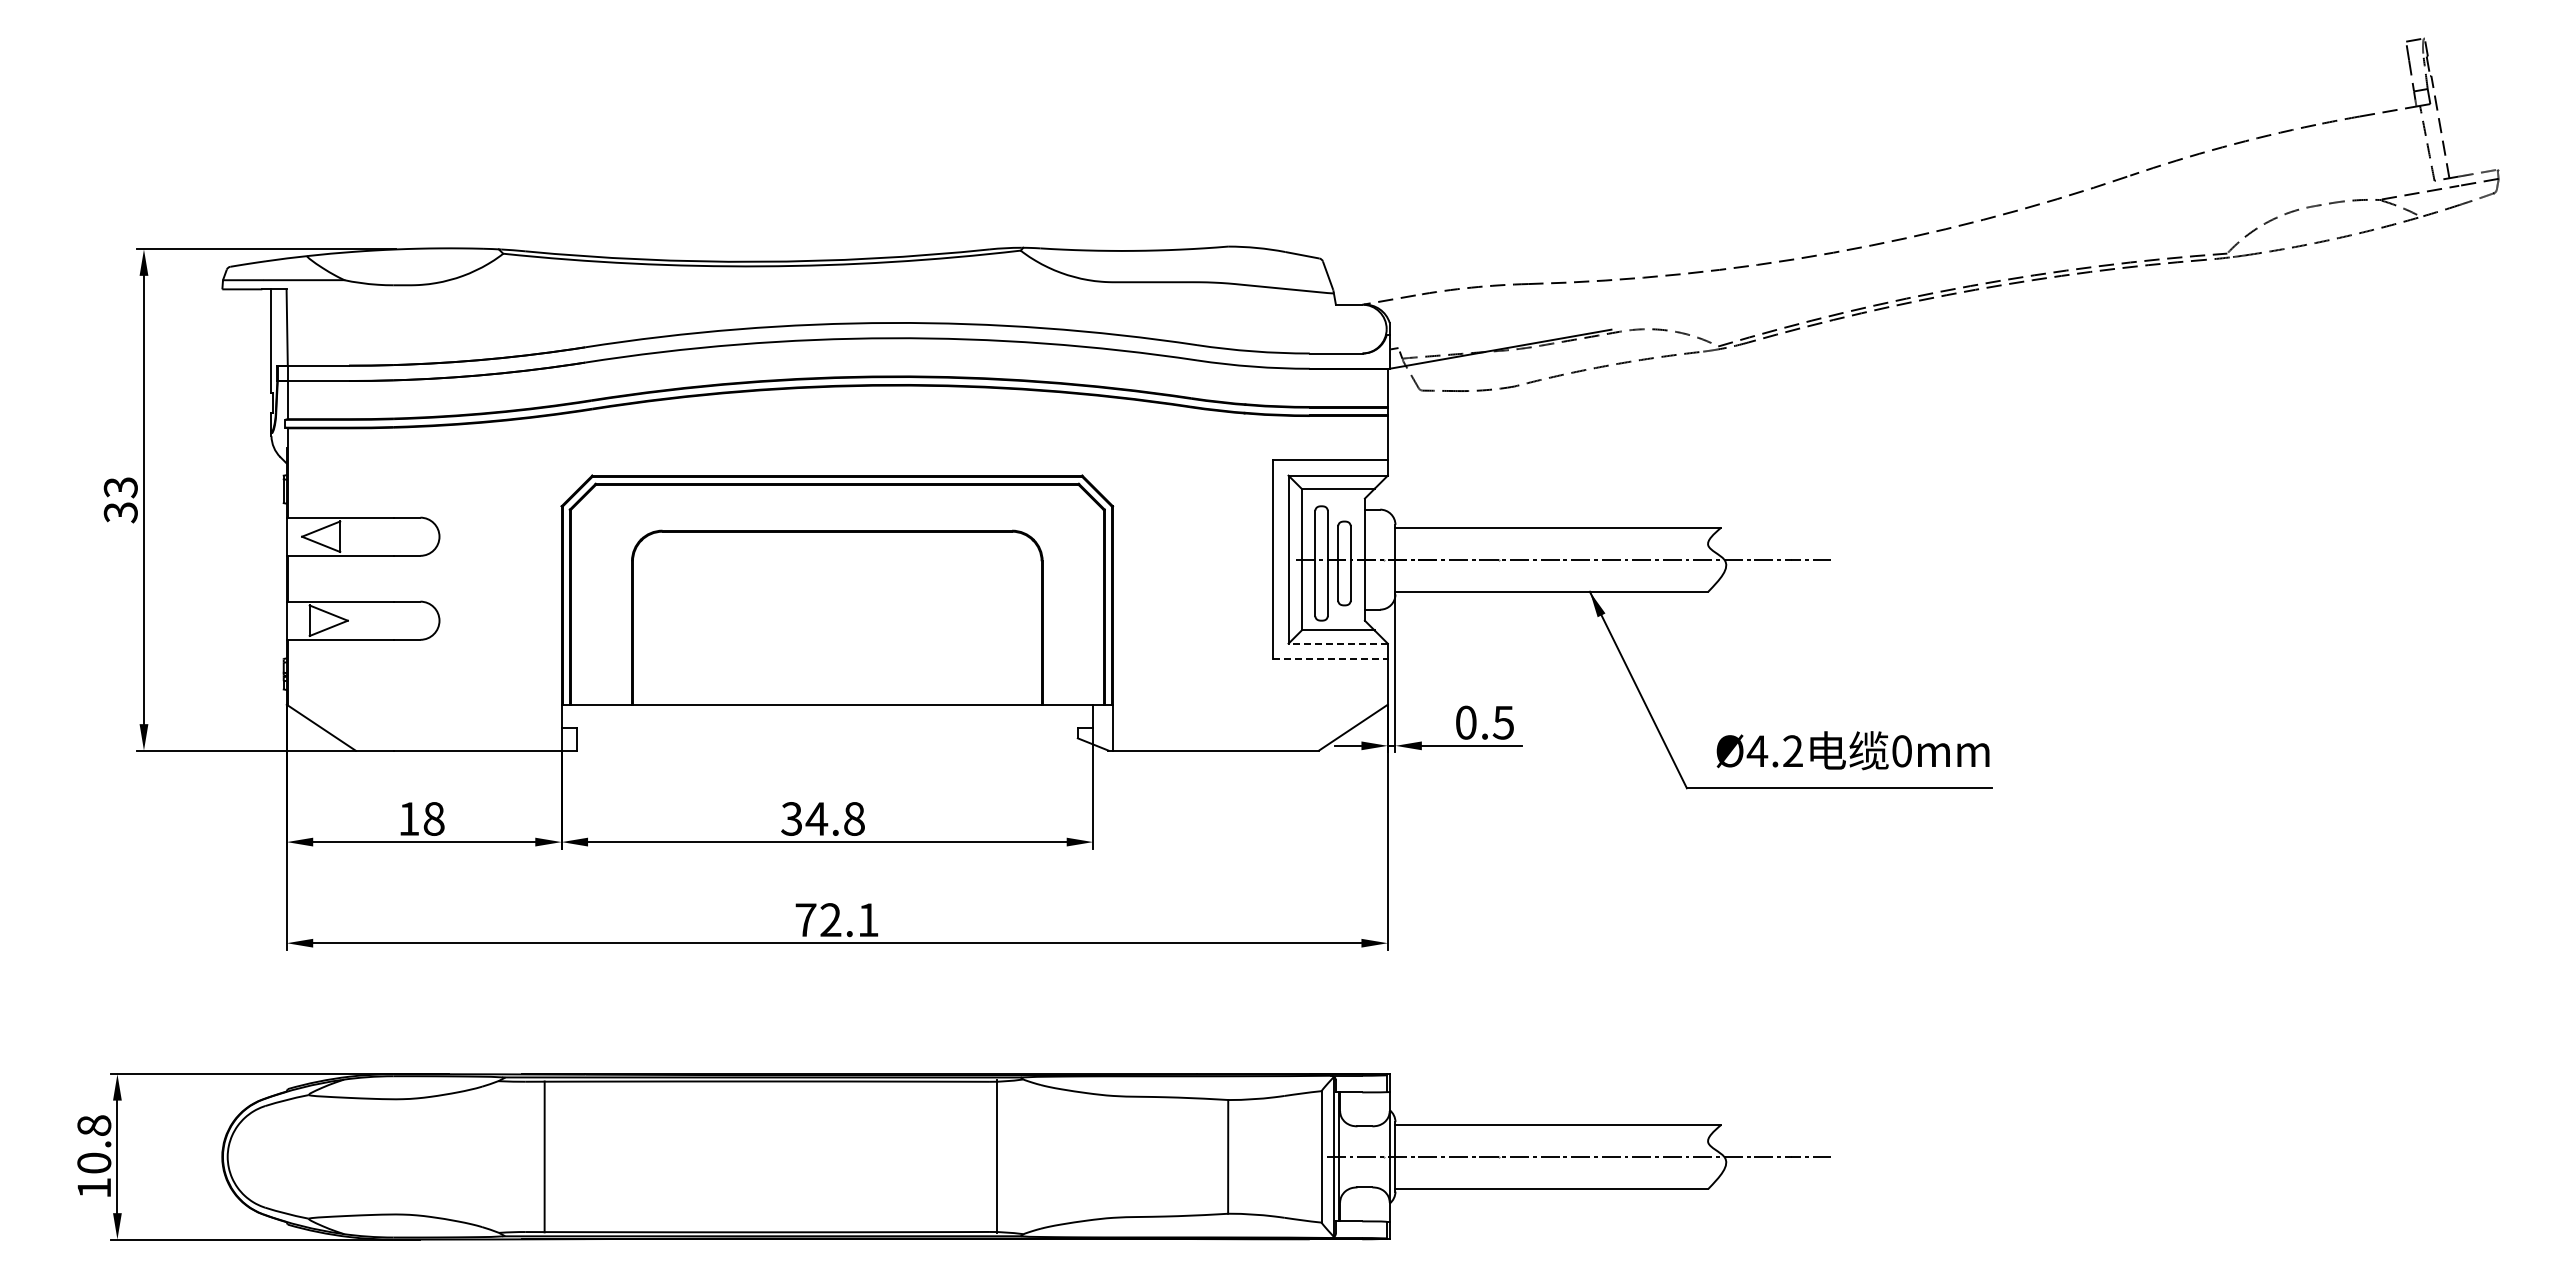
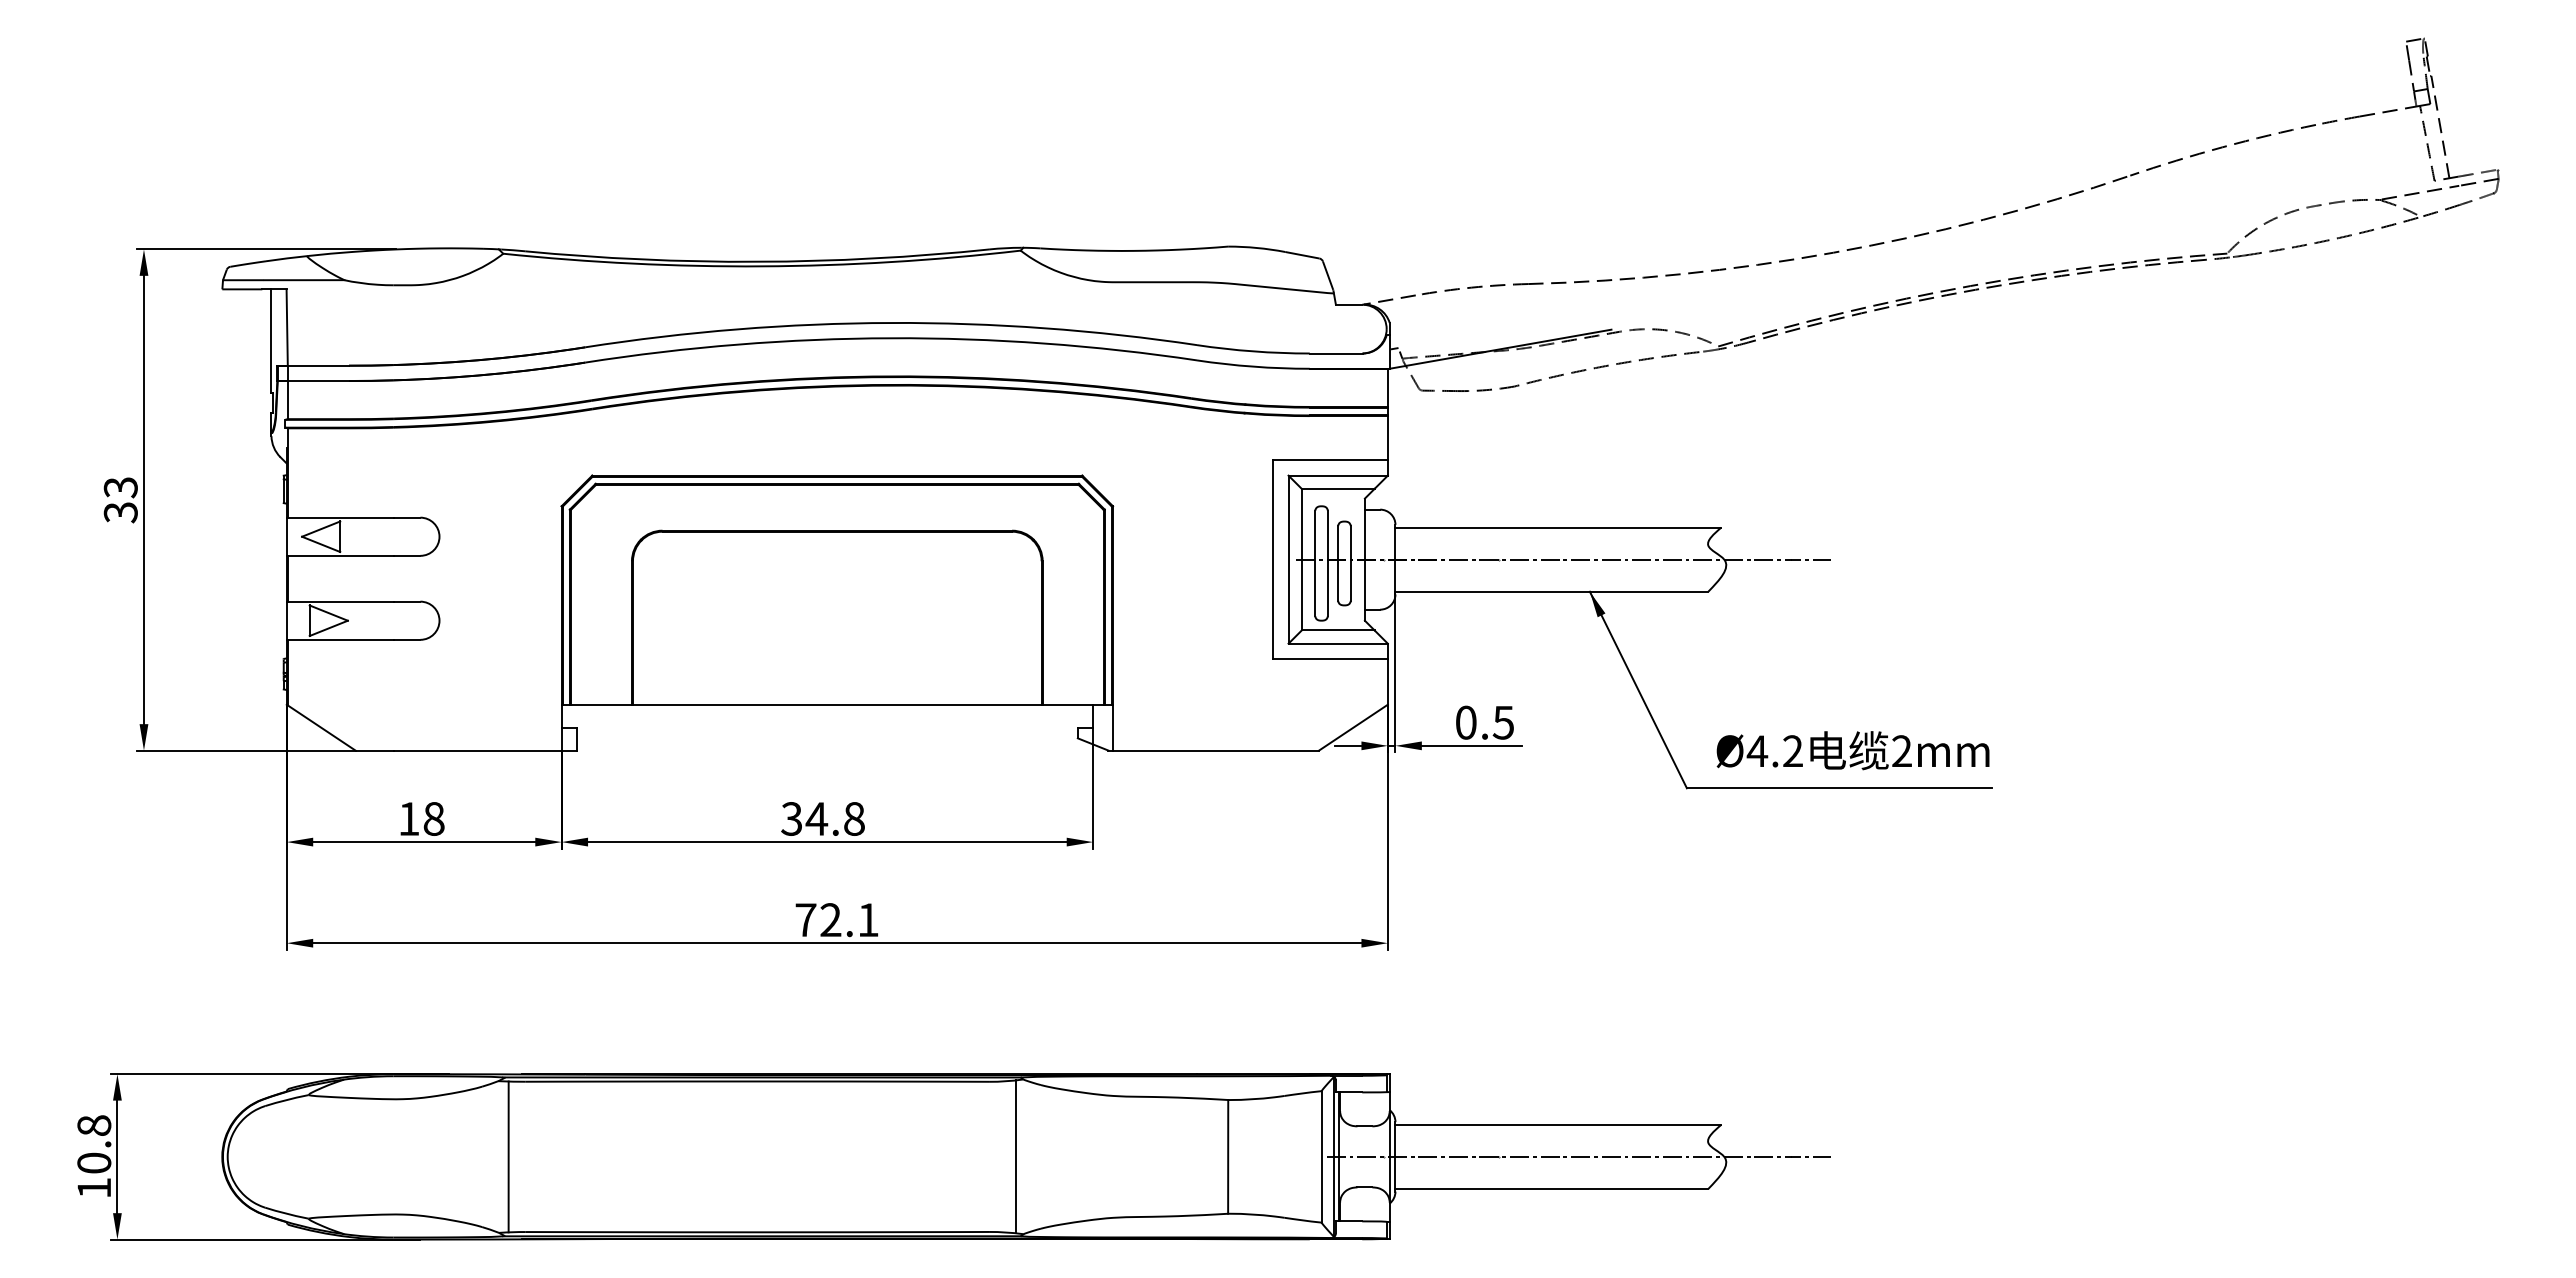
line at (1338, 643): dashed -> solid
line at (1331, 658): dashed -> solid
text at (1901, 751): 0mm -> 2mm
line at (544, 1156) position: (544, 1156) -> (508, 1156)
line at (996, 1156) position: (996, 1156) -> (1015, 1156)
